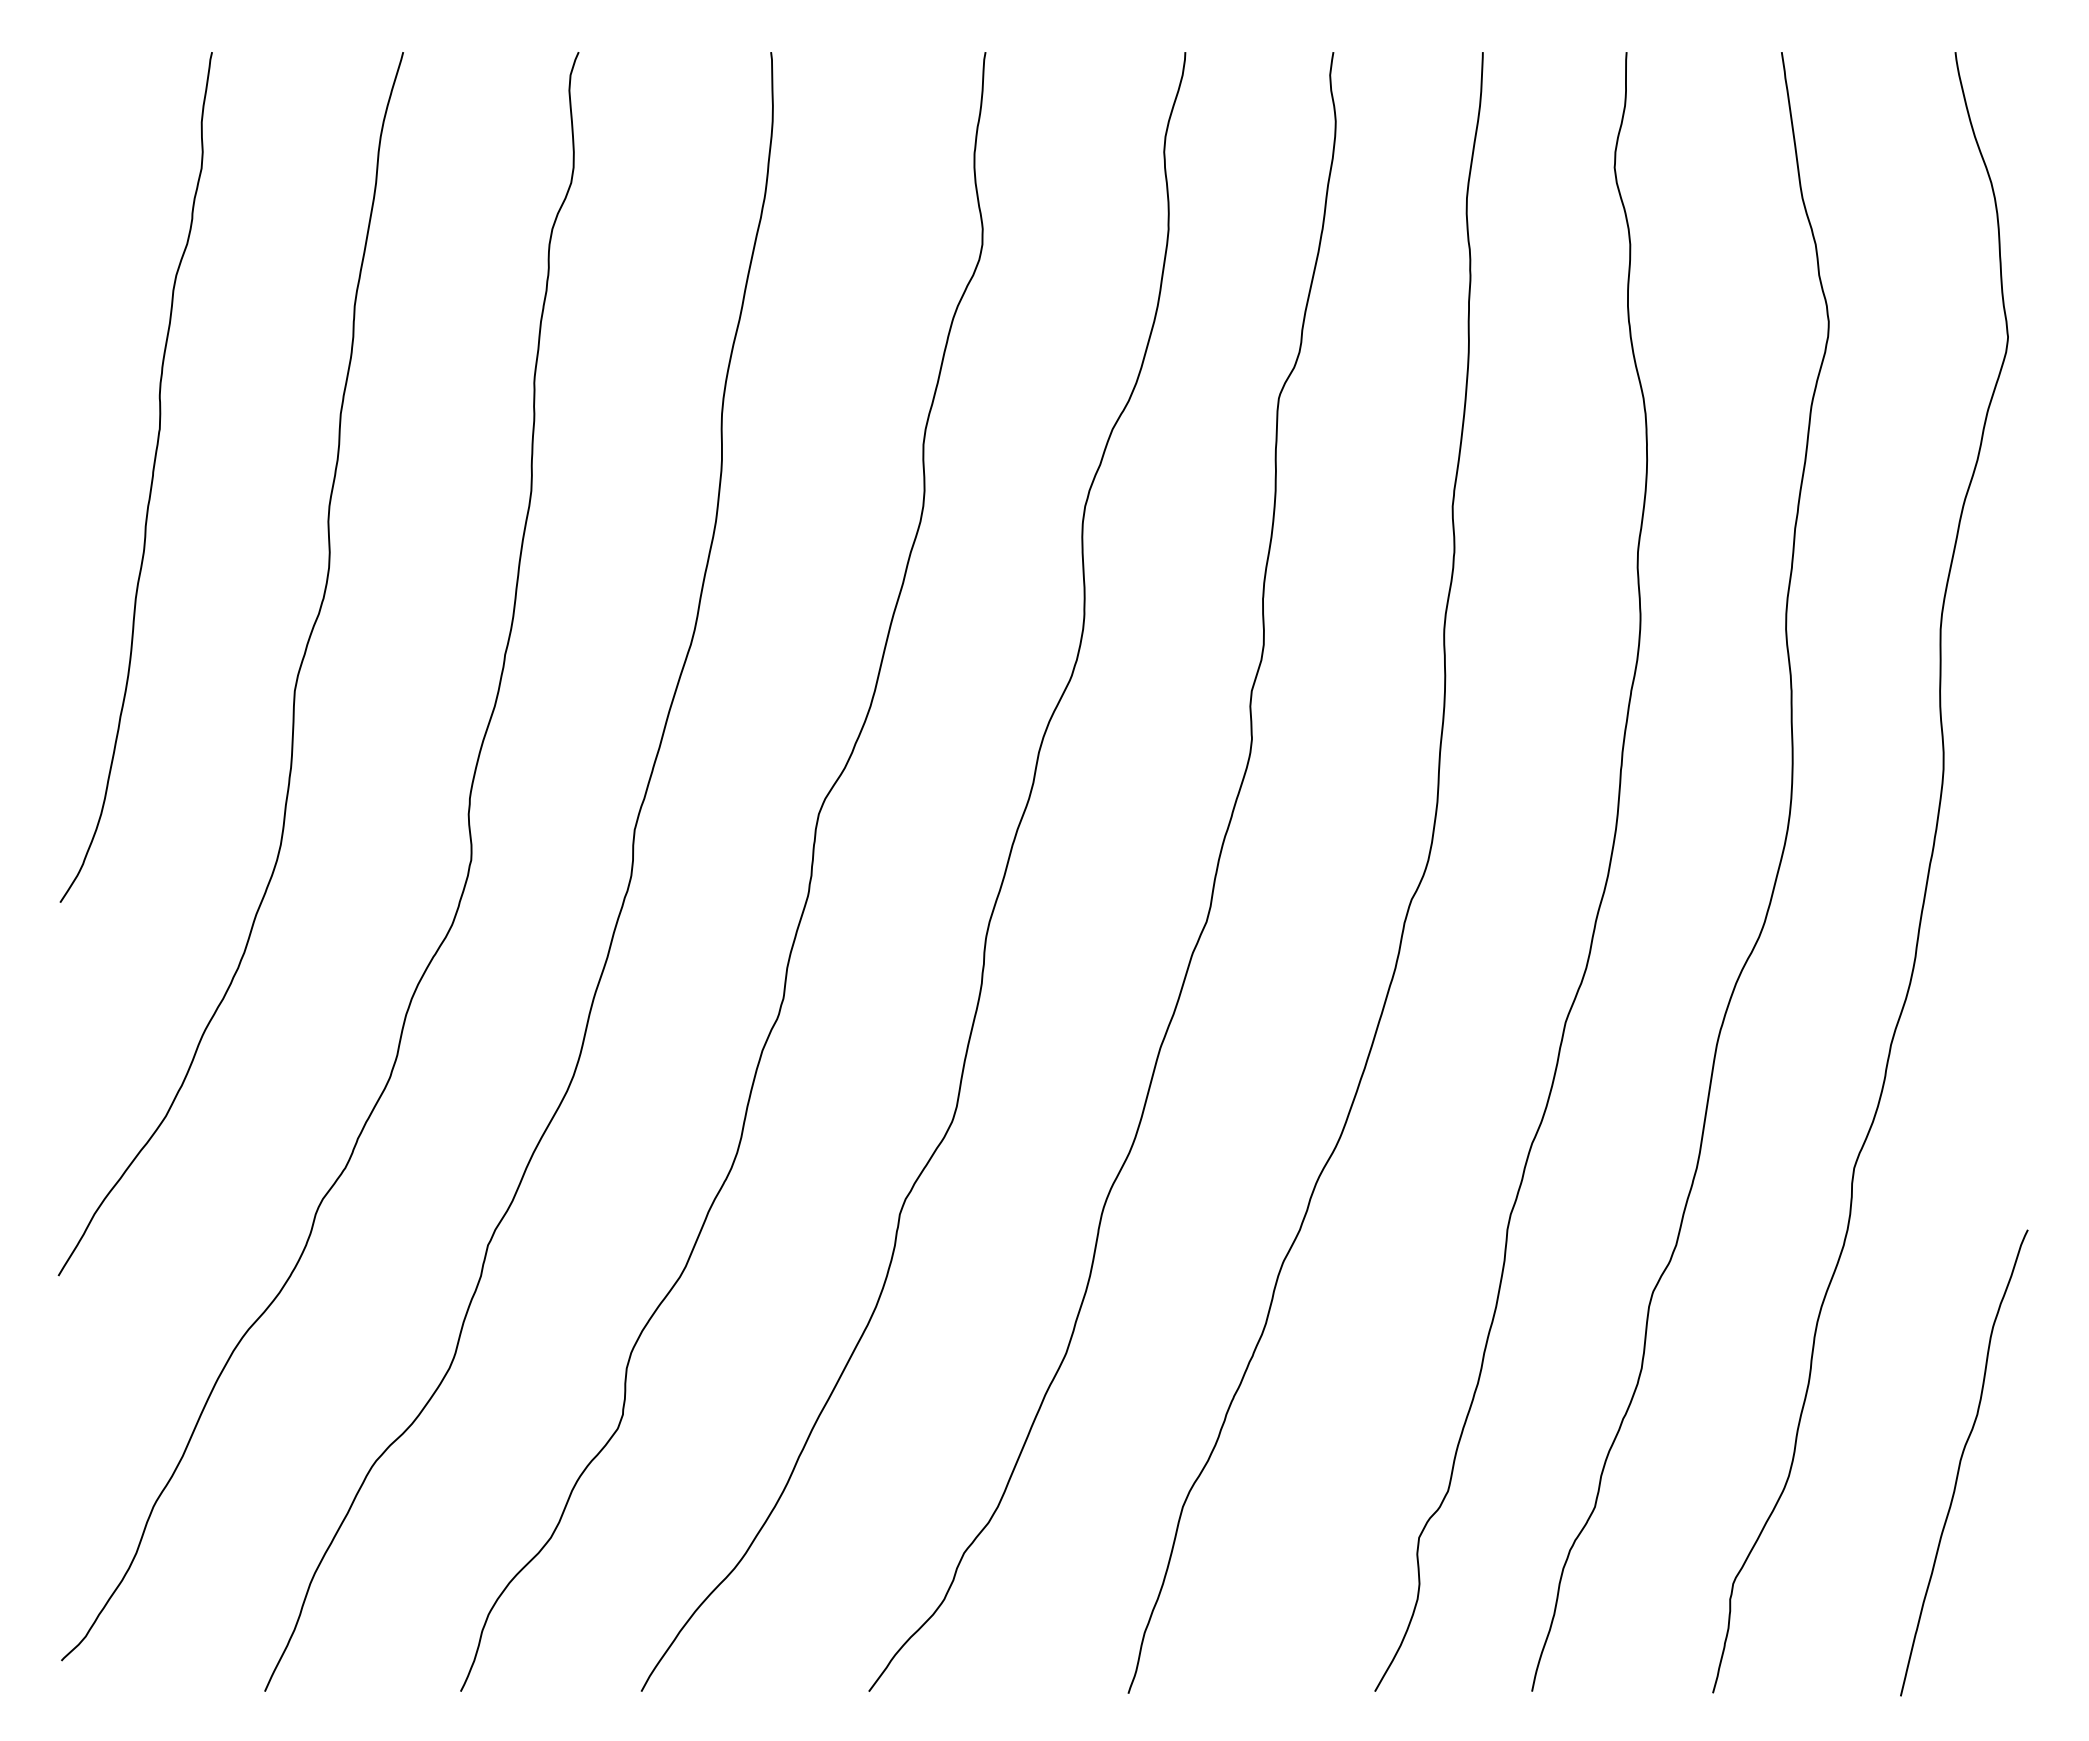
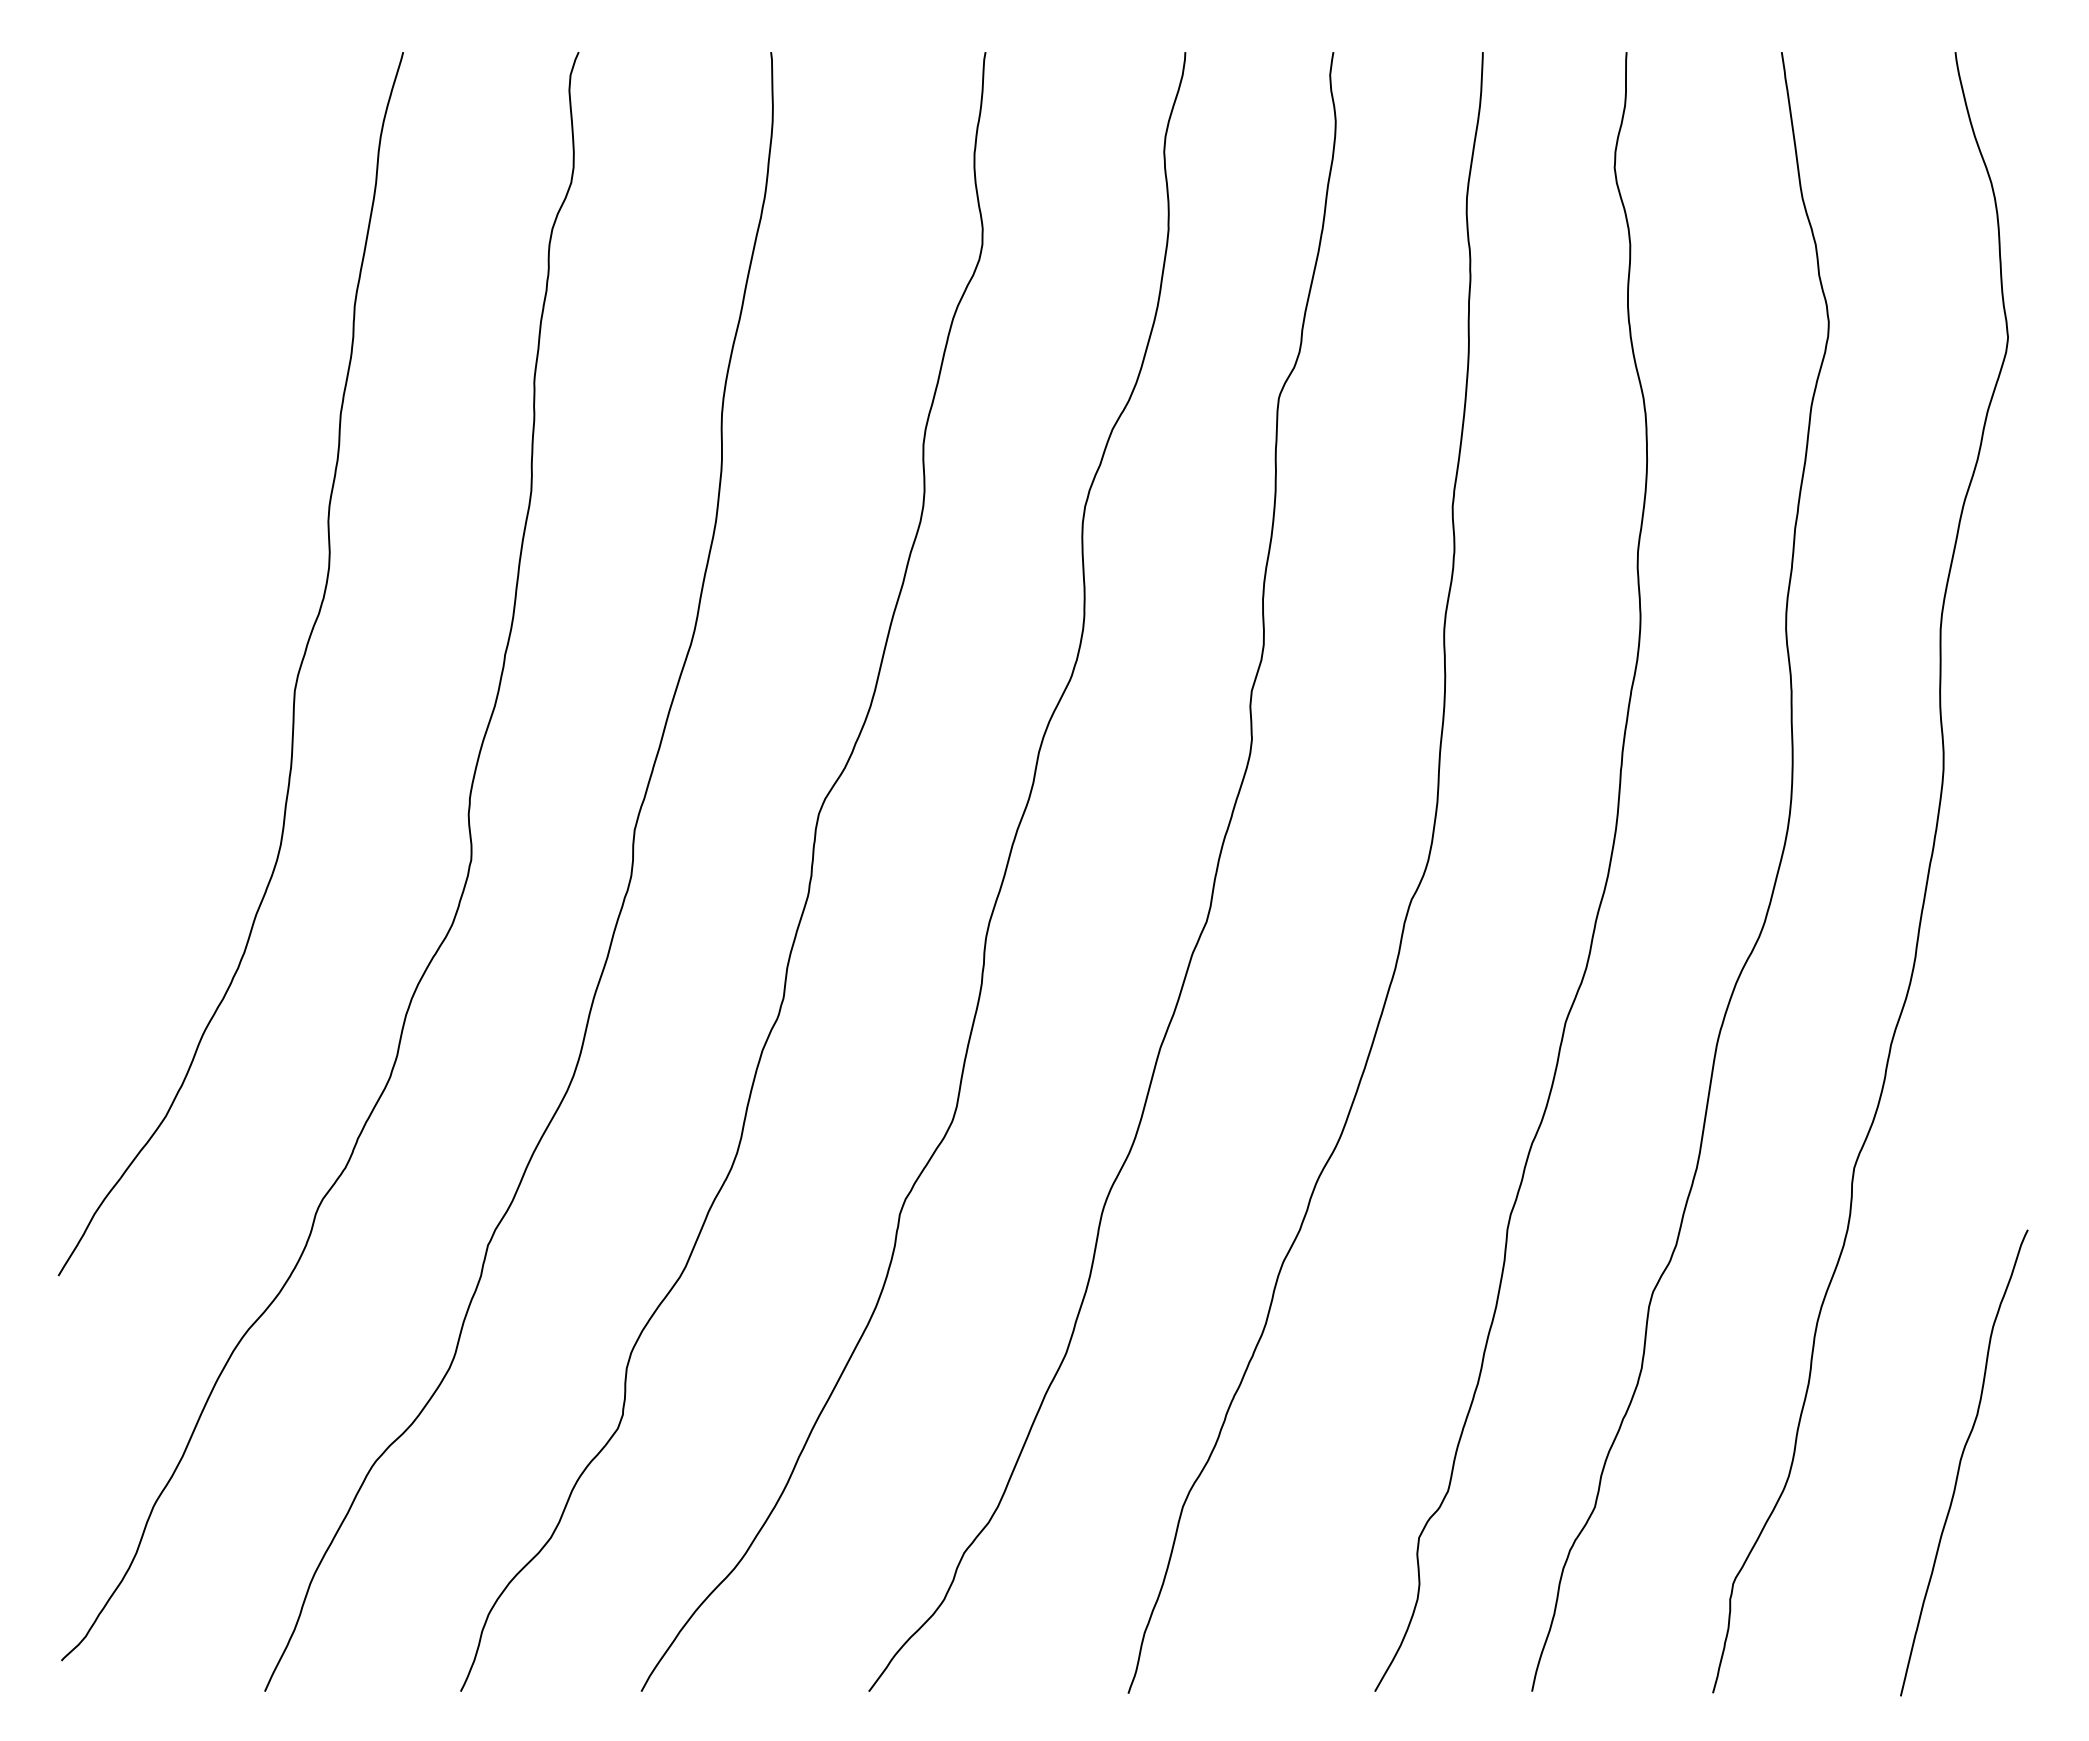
curve at (151, 477): present -> none
